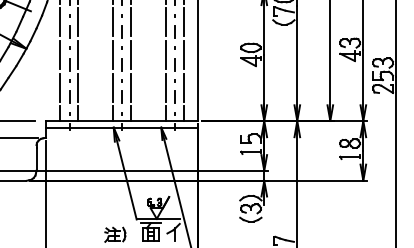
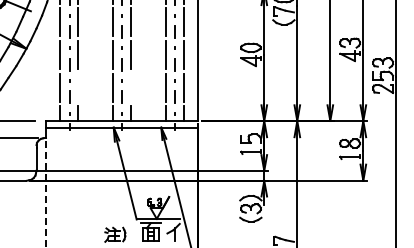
line at (78, 87): present -> none
line at (131, 87): present -> none
line at (46, 194): solid -> dashed
